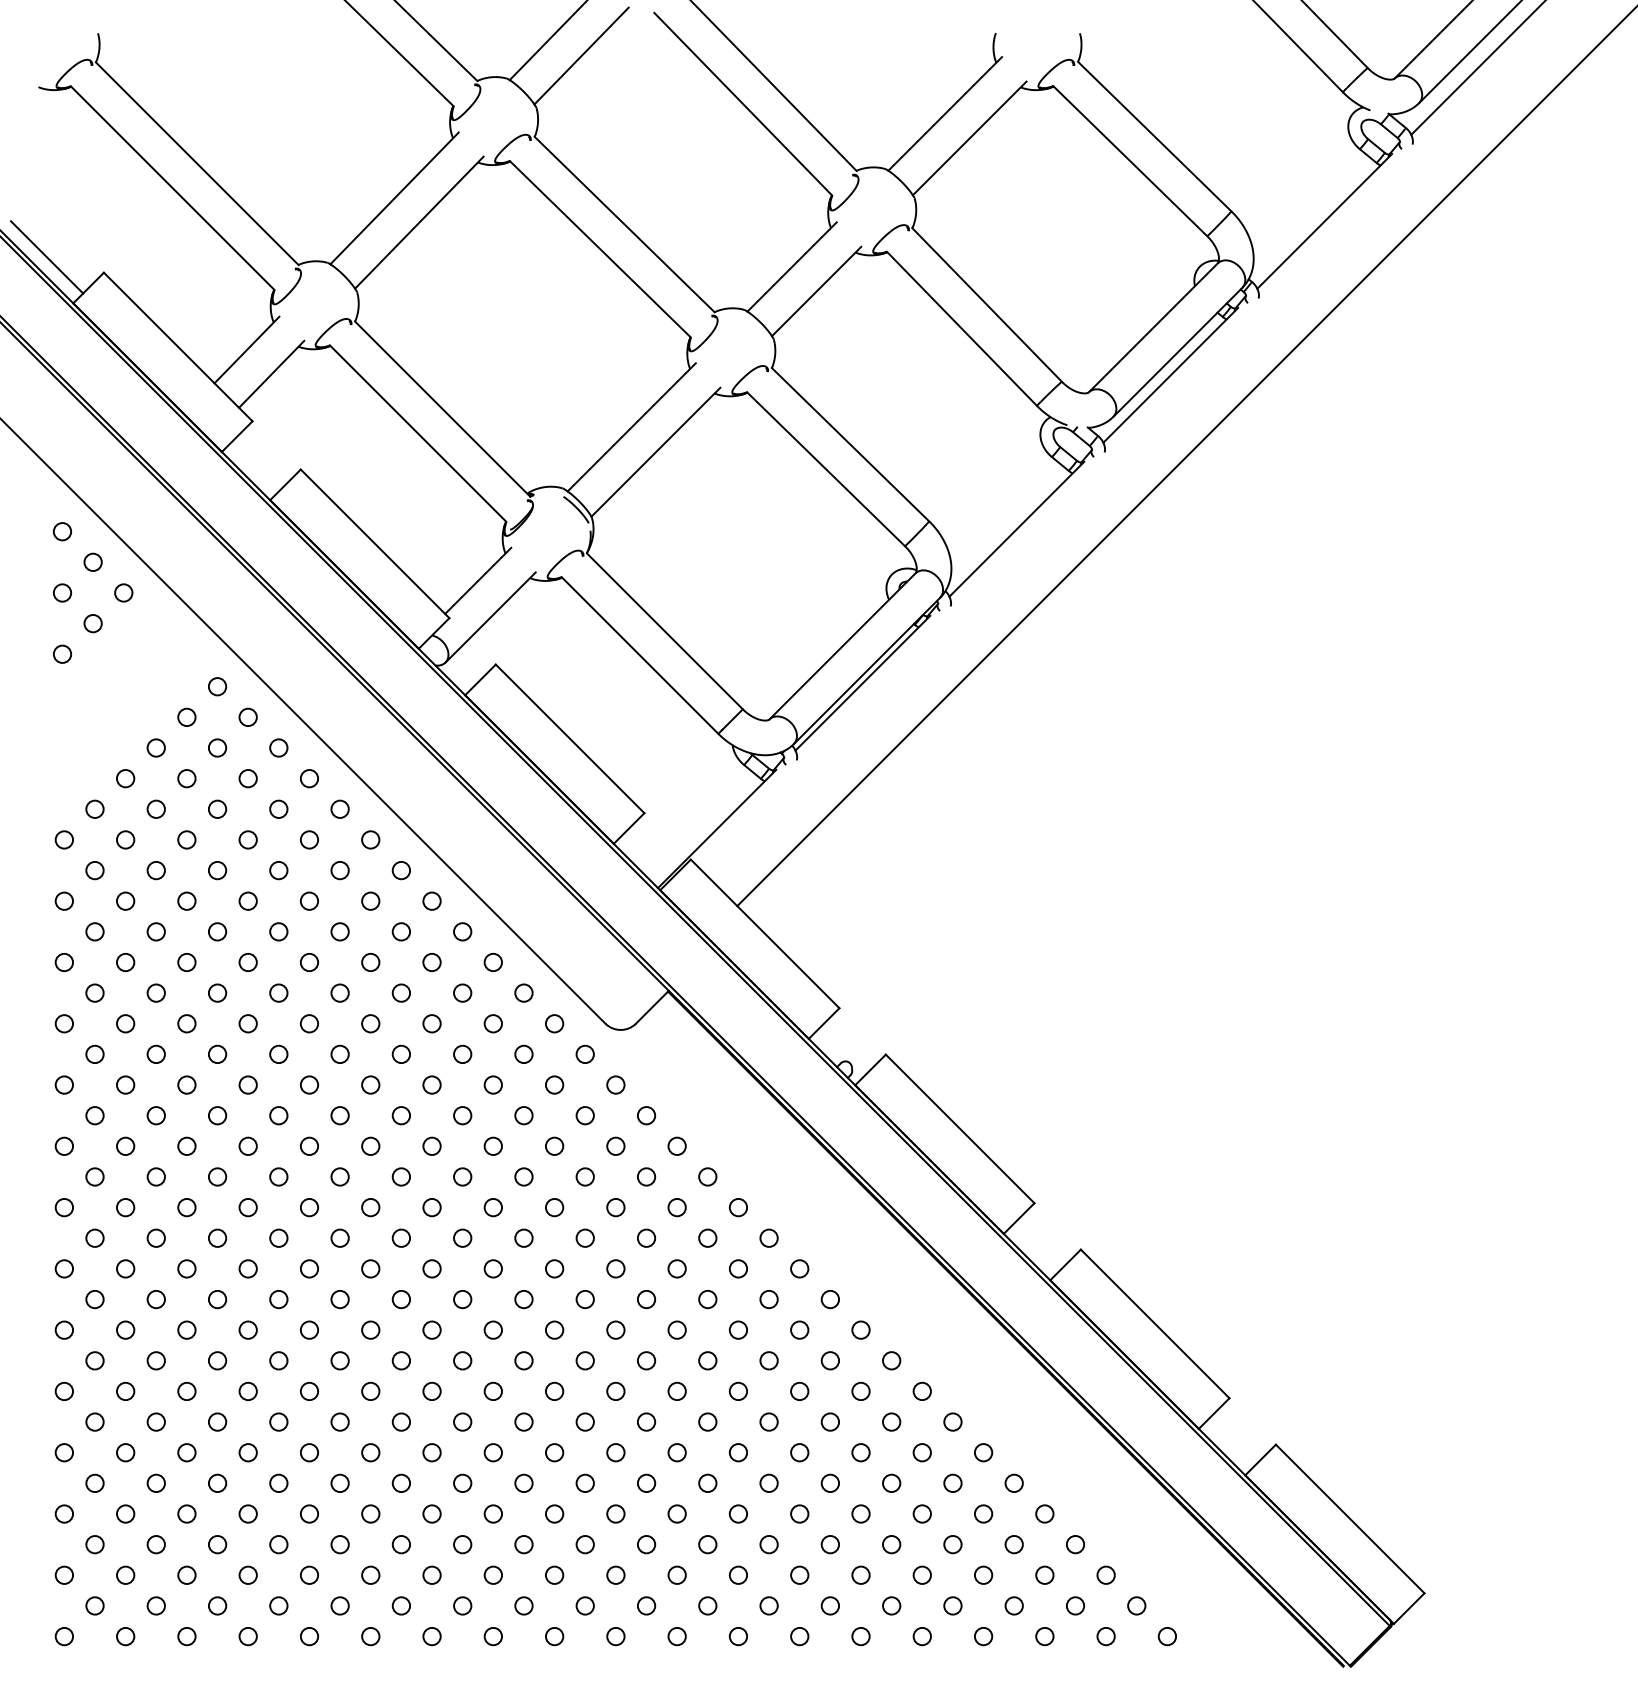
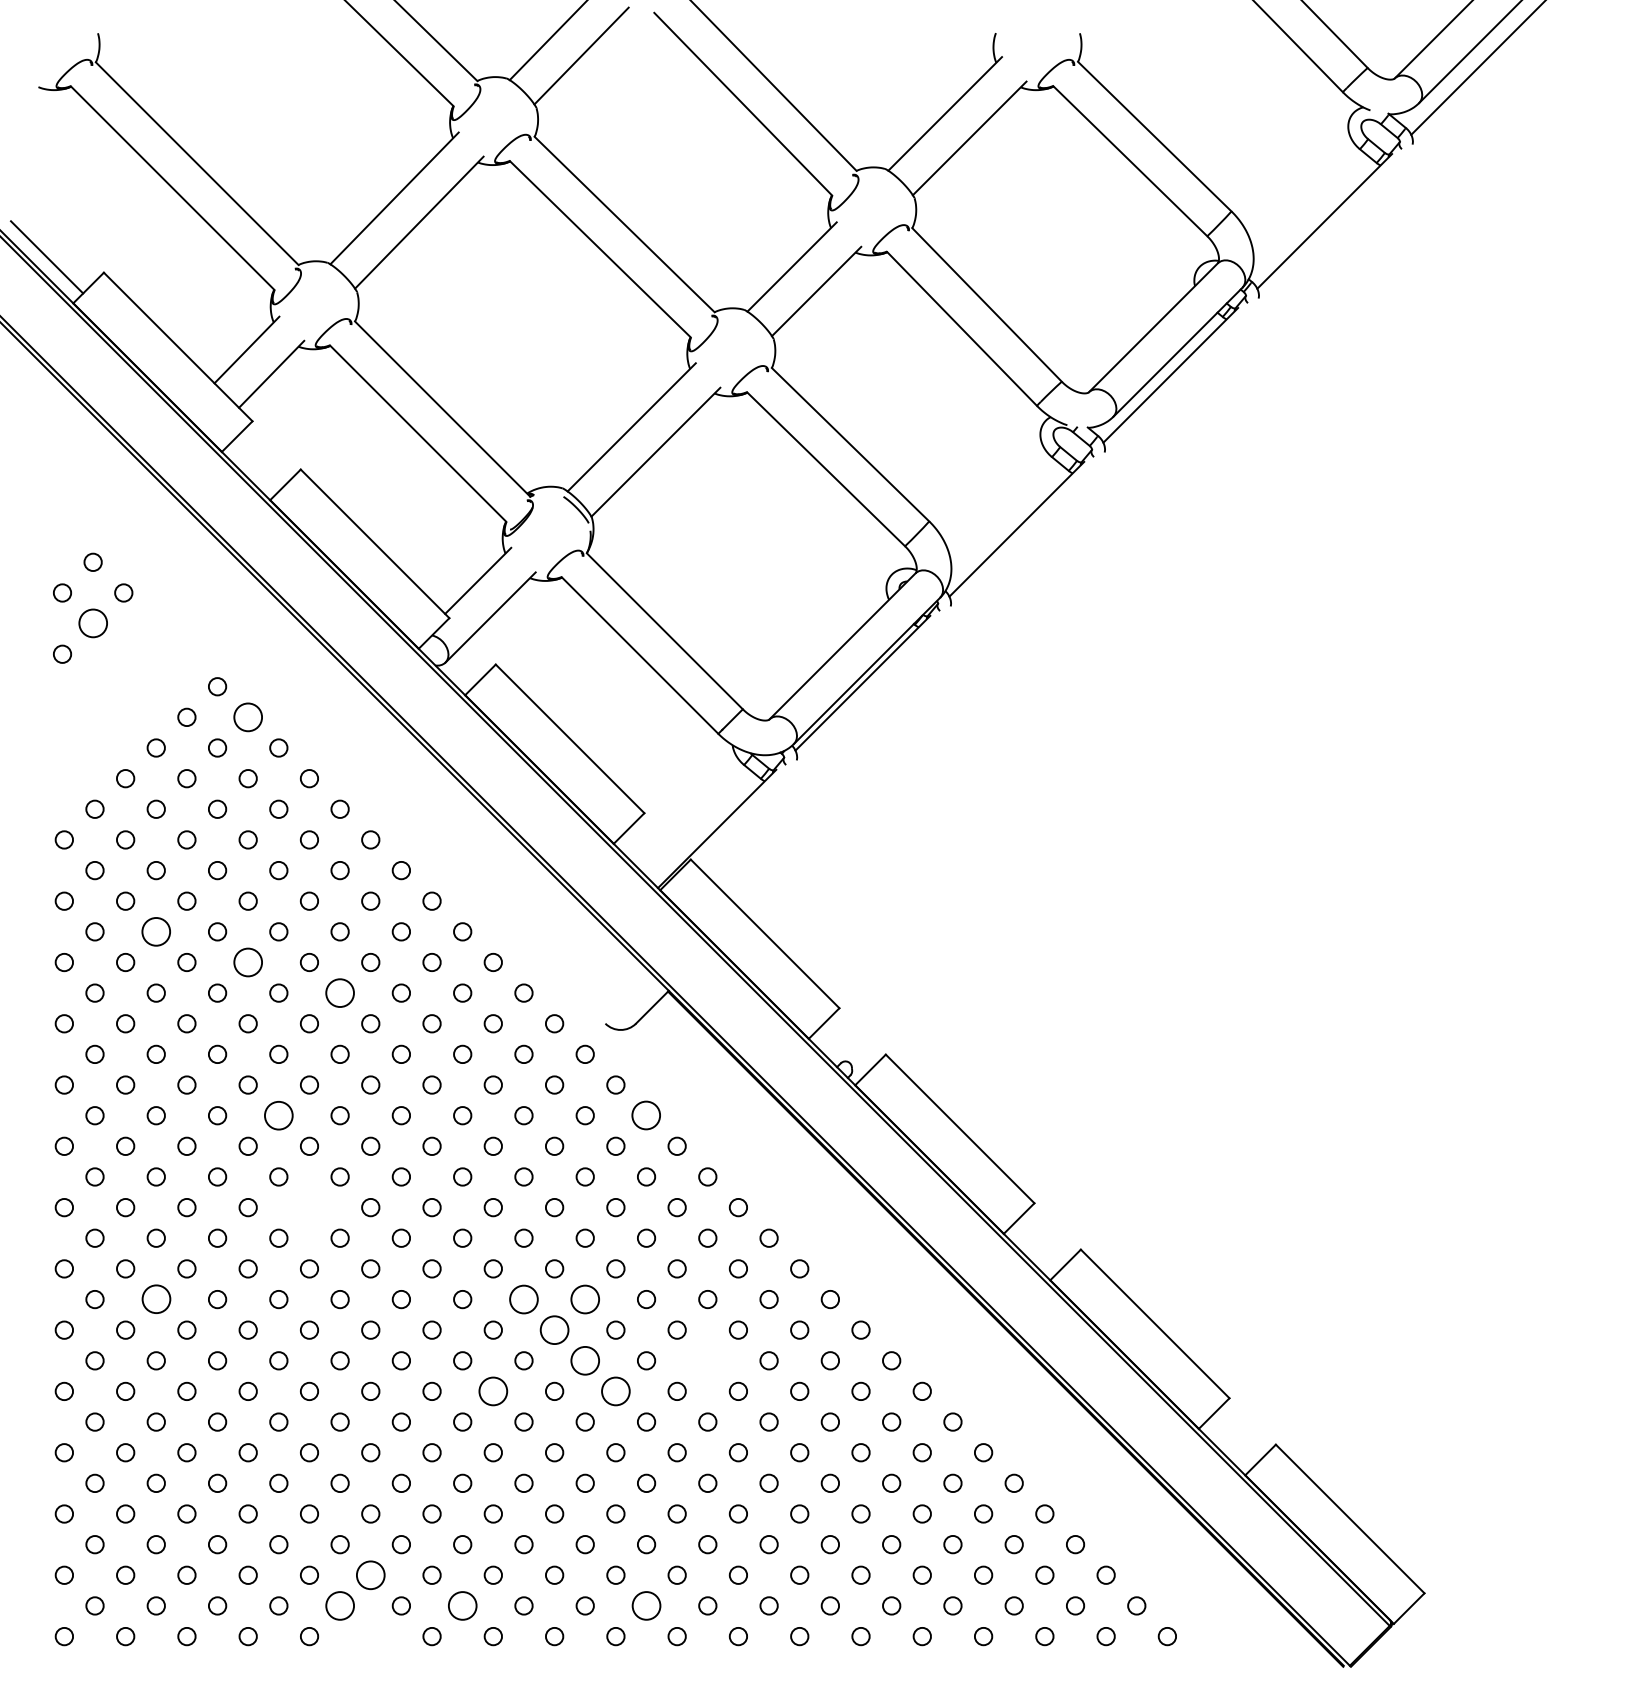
line at (1185, 457): present -> none
circle at (62, 531): present -> none
circle at (92, 623) size: 20x20 px -> 30x31 px
circle at (247, 717) diameter: 17 px -> 28 px
line at (303, 721): present -> none
circle at (155, 931) diameter: 17 px -> 28 px
circle at (247, 962) diameter: 17 px -> 28 px
circle at (339, 992) diameter: 17 px -> 28 px
circle at (278, 1115) diameter: 17 px -> 28 px
circle at (646, 1115) size: 20x20 px -> 30x31 px
circle at (309, 1207): present -> none
circle at (155, 1299) size: 20x20 px -> 31x30 px
circle at (523, 1299) diameter: 17 px -> 28 px
circle at (584, 1299) diameter: 17 px -> 28 px
circle at (554, 1329) diameter: 17 px -> 28 px
circle at (584, 1360) diameter: 17 px -> 28 px
circle at (707, 1360): present -> none
circle at (493, 1391) diameter: 17 px -> 28 px
circle at (615, 1391) diameter: 17 px -> 28 px
circle at (370, 1574) diameter: 17 px -> 28 px
circle at (339, 1605) diameter: 17 px -> 28 px
circle at (462, 1605) diameter: 17 px -> 28 px
circle at (646, 1605) diameter: 17 px -> 28 px
circle at (370, 1636): present -> none
